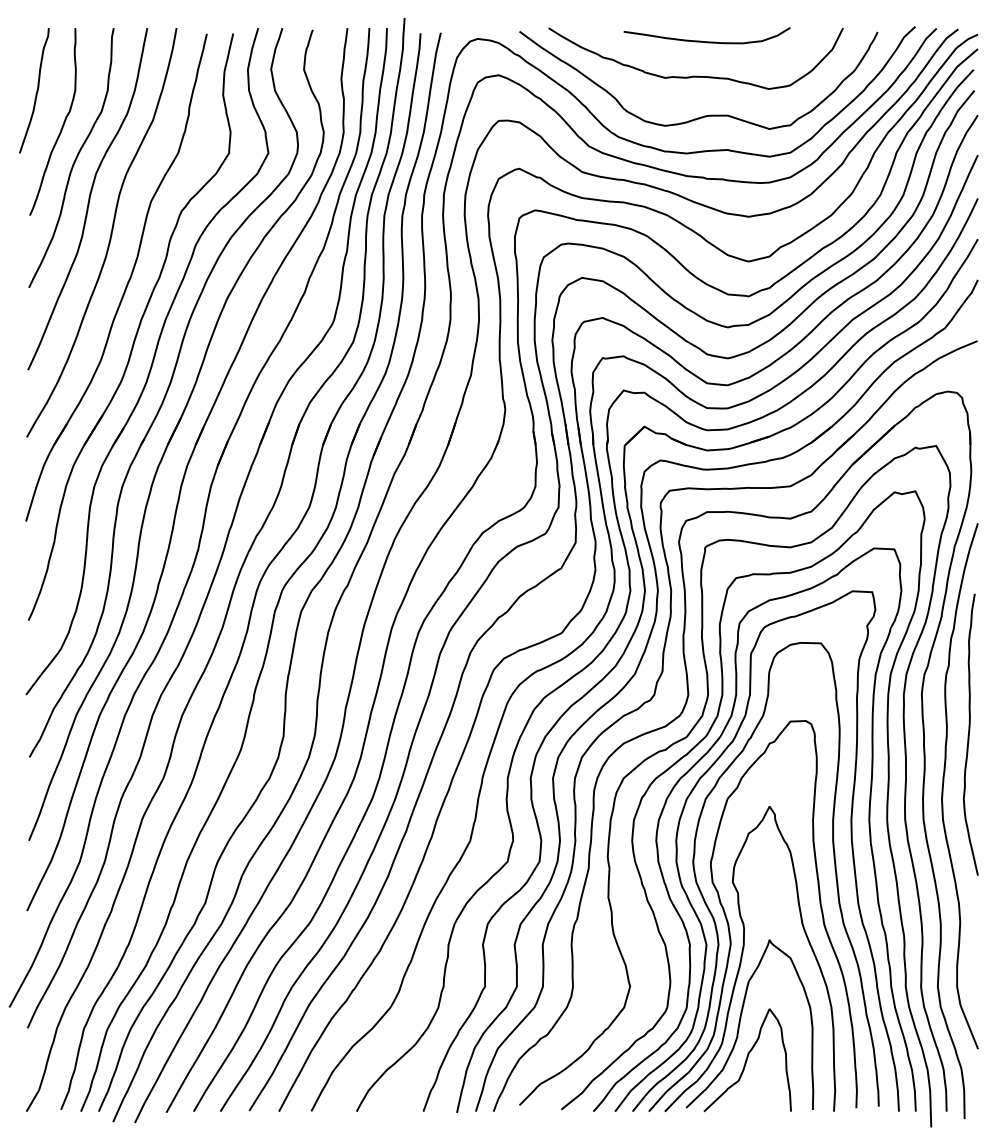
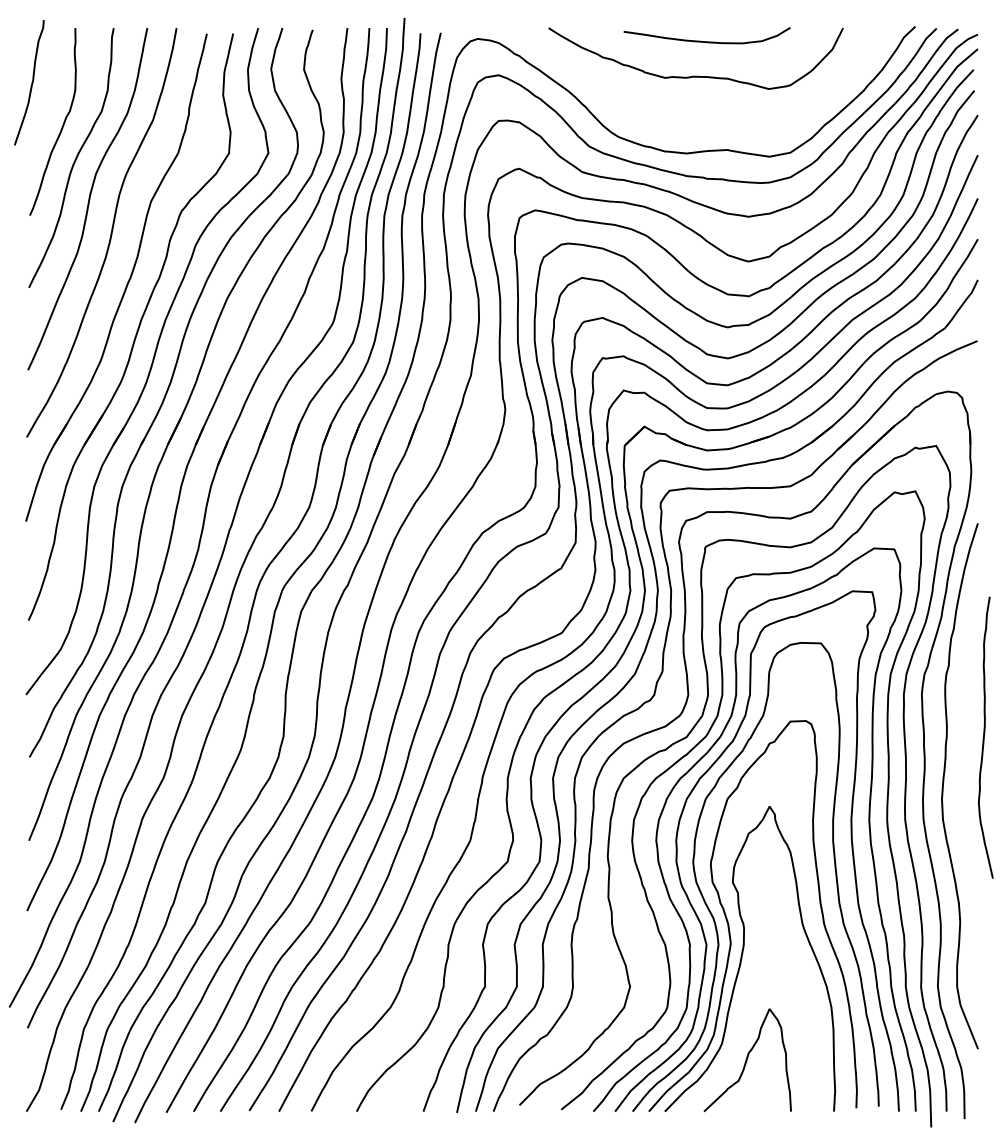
curve at (36, 90) position: (36, 90) -> (31, 82)
curve at (704, 115): present -> none
curve at (969, 734) position: (969, 734) -> (984, 737)
curve at (740, 1024): present -> none
